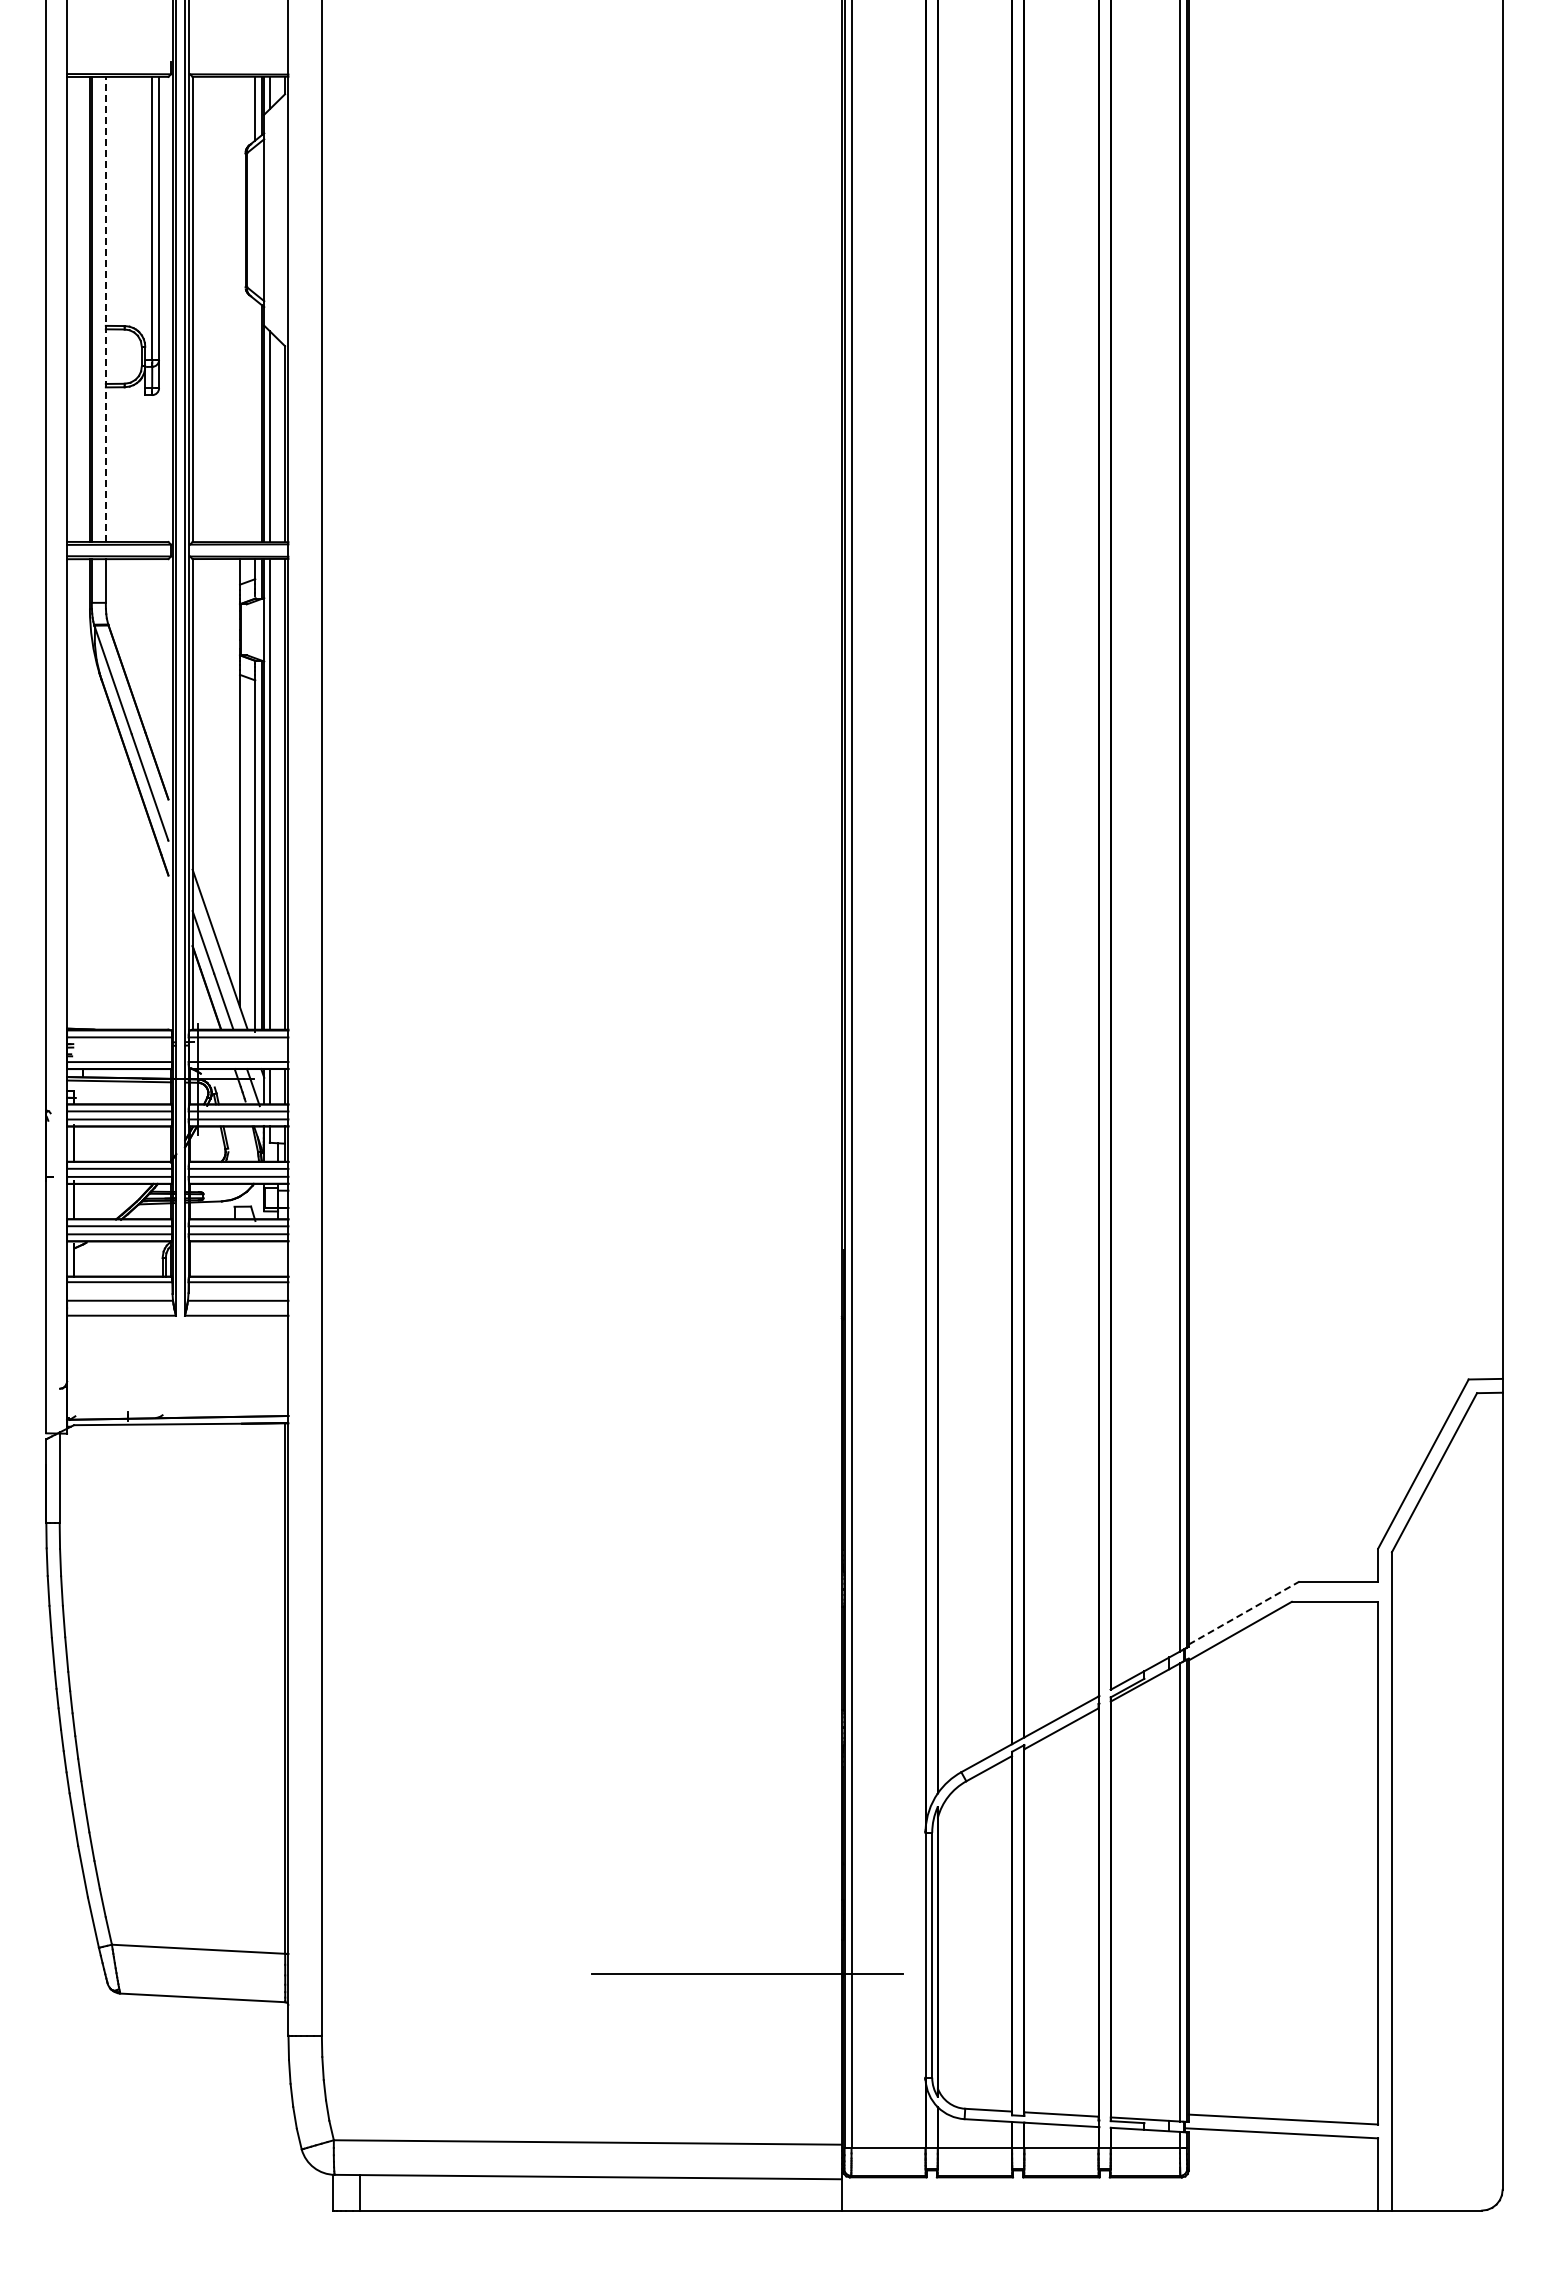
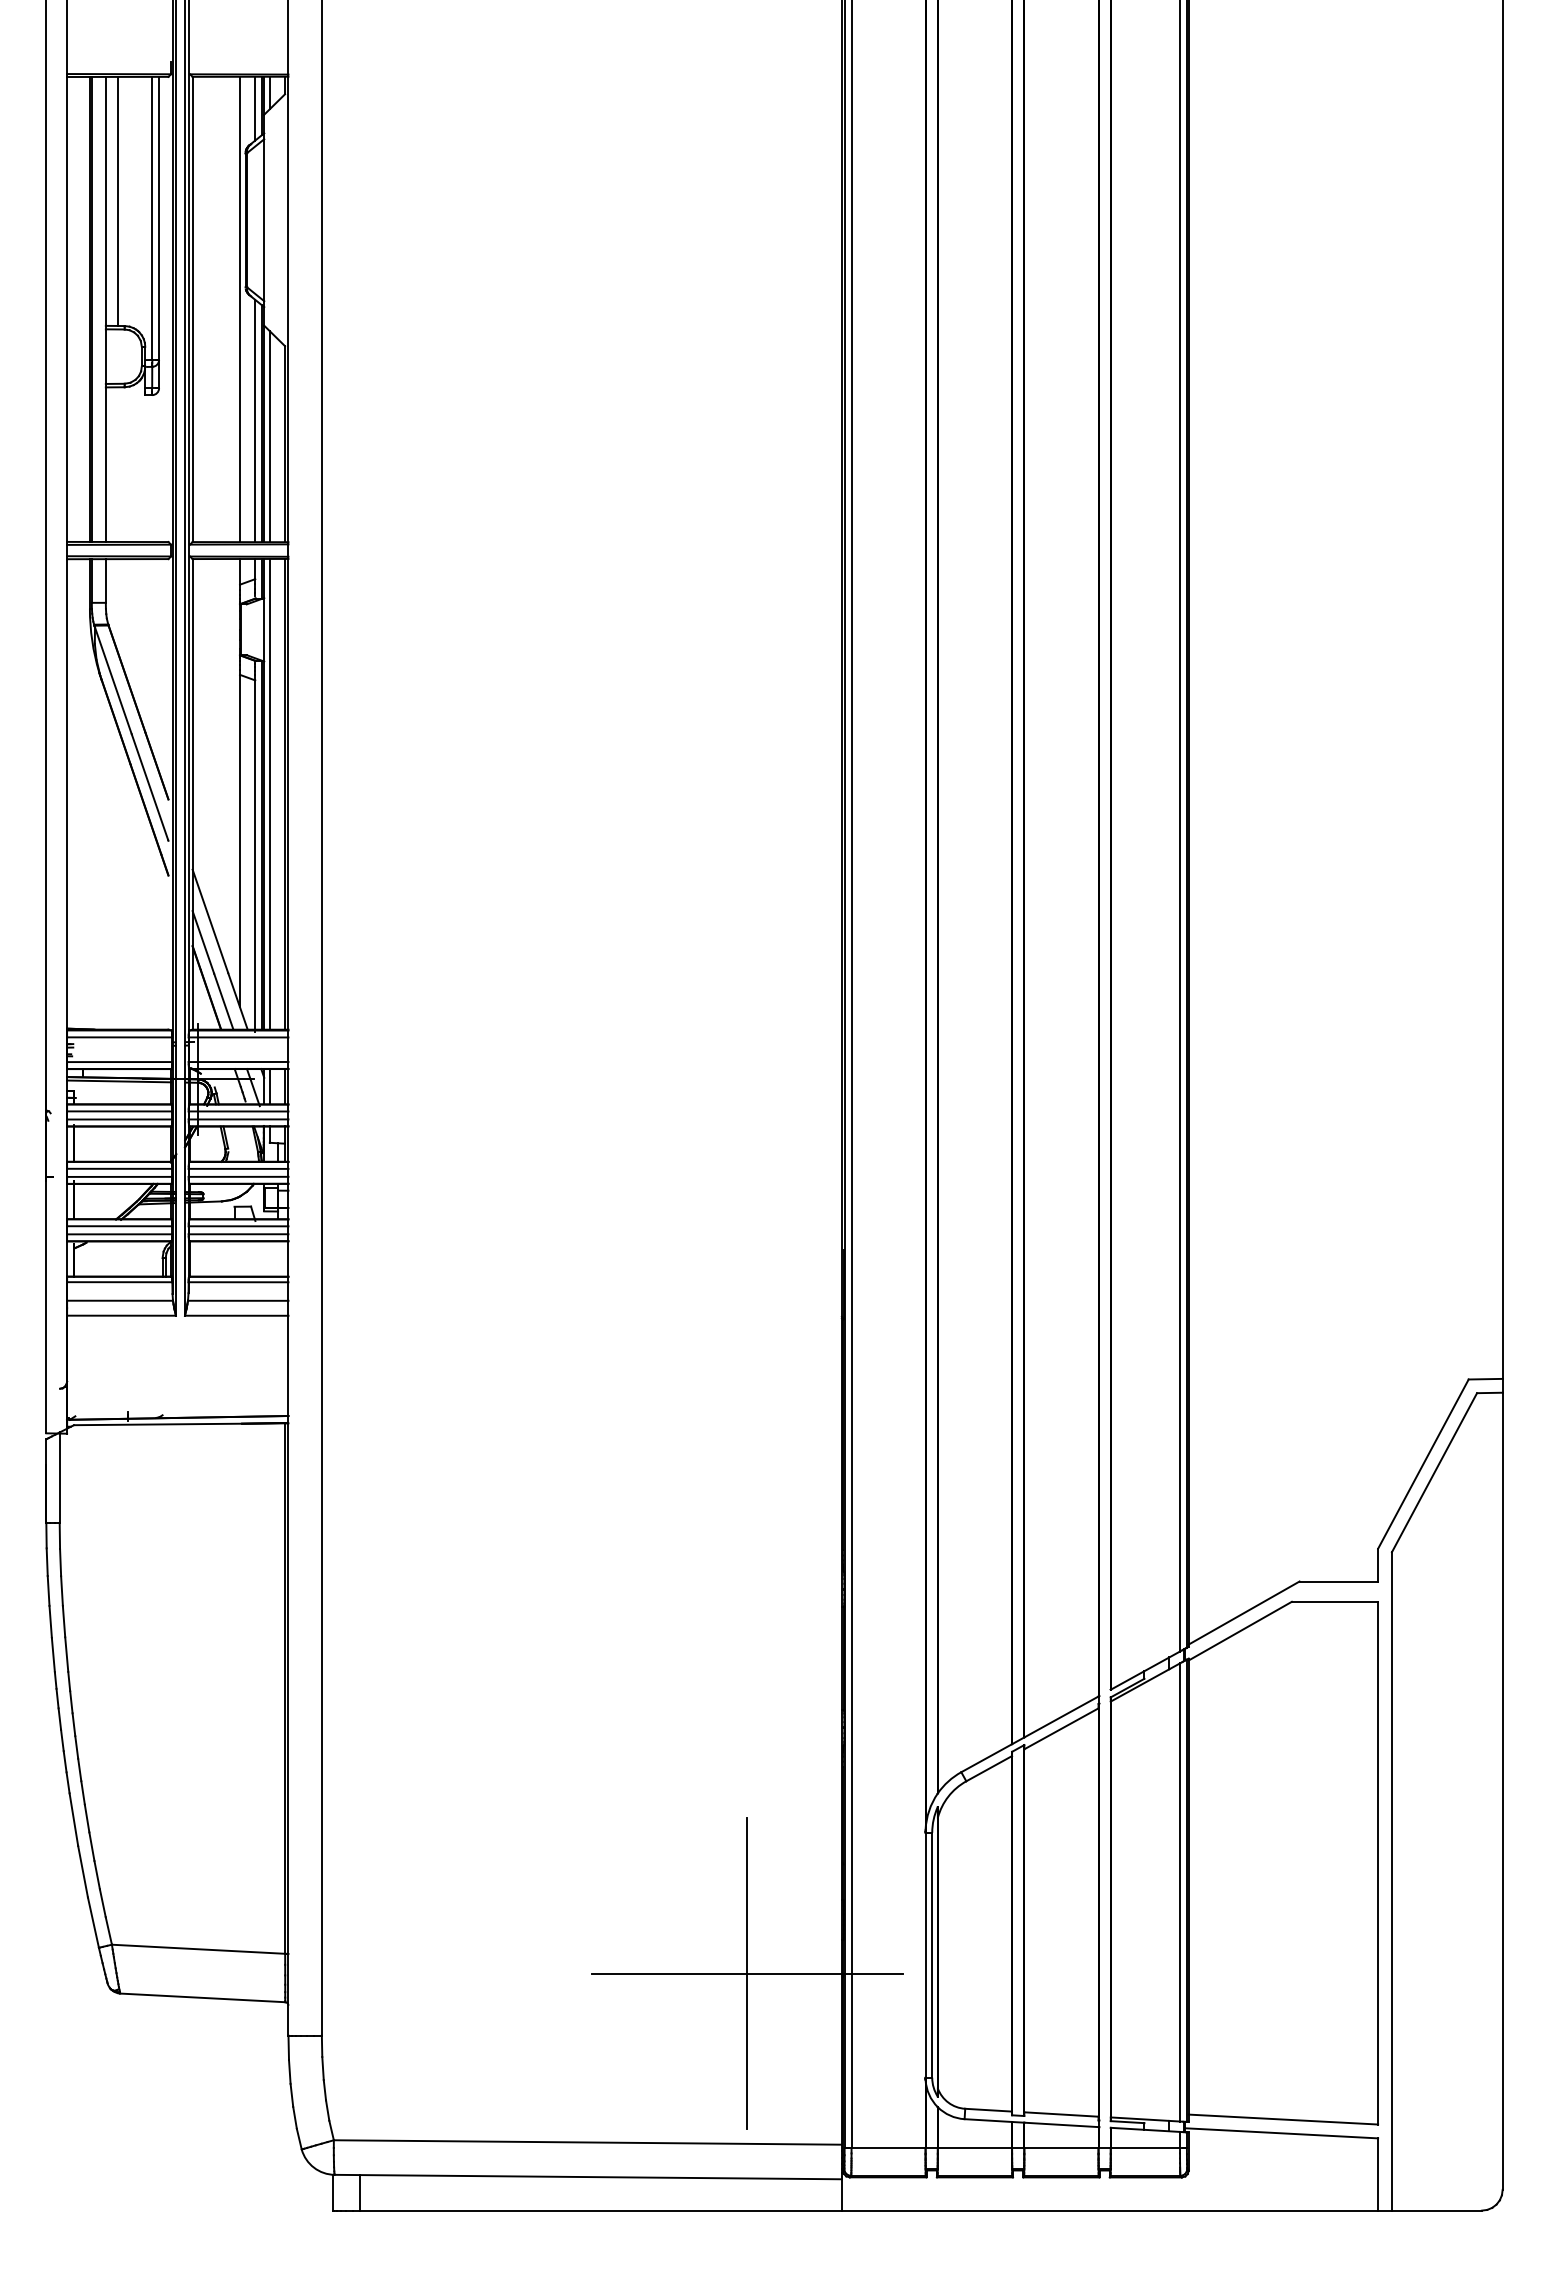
line at (117, 200): none -> present
line at (105, 308): dashed -> solid
line at (240, 309): none -> present
line at (255, 420): none -> present
line at (1244, 1613): dashed -> solid
line at (747, 1973): none -> present
